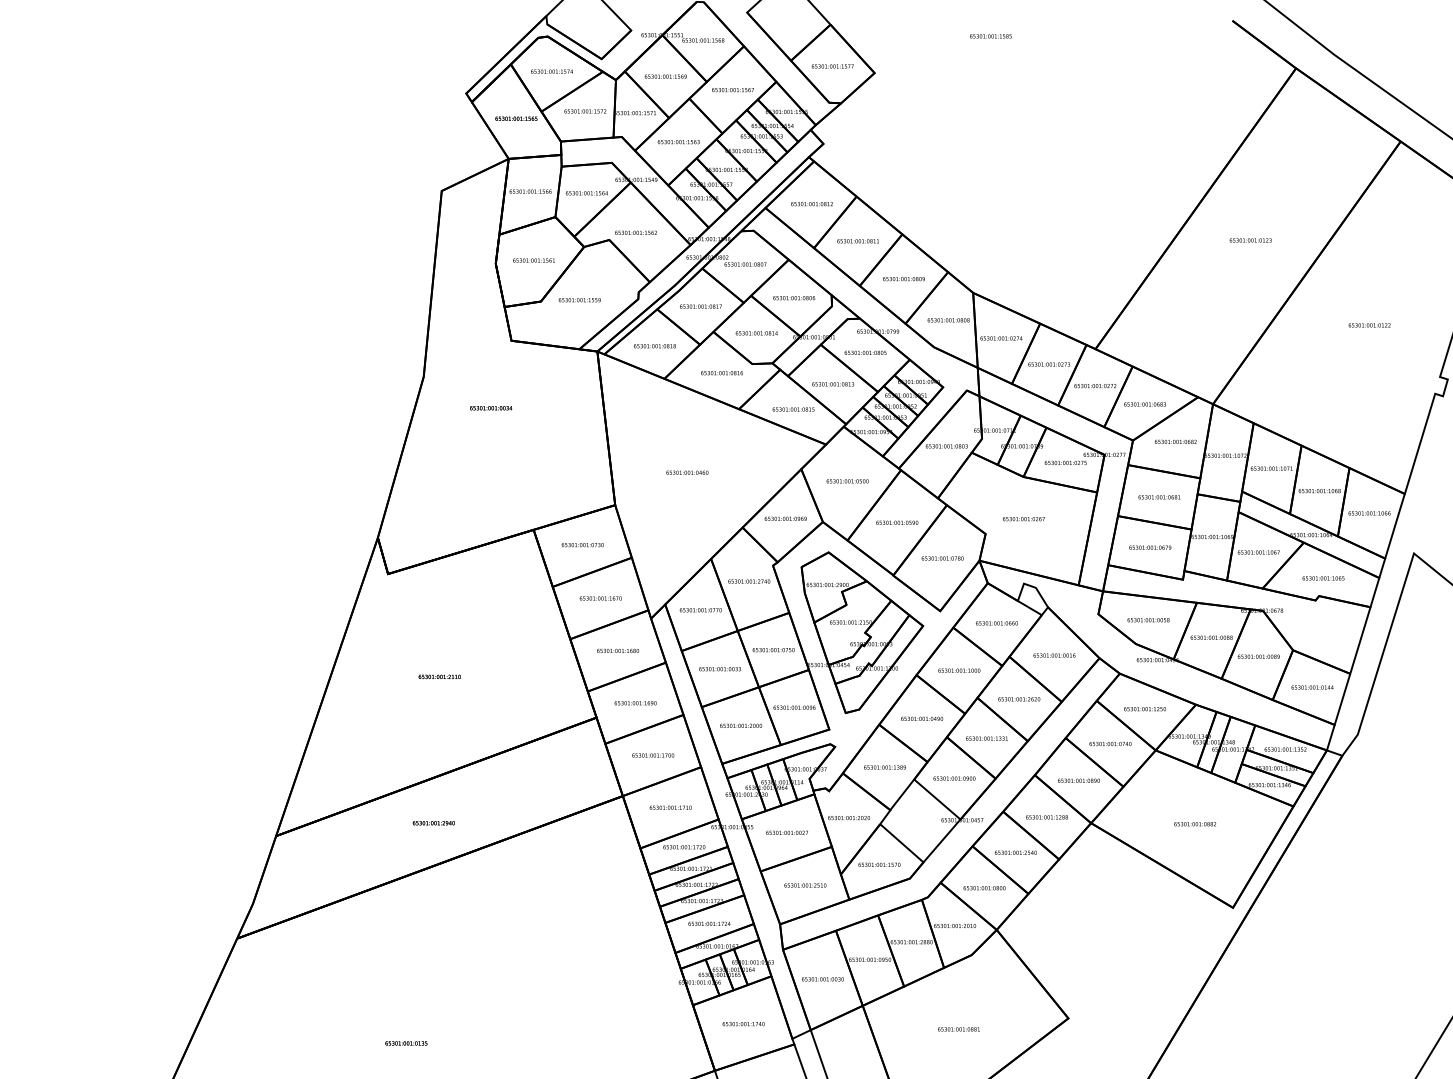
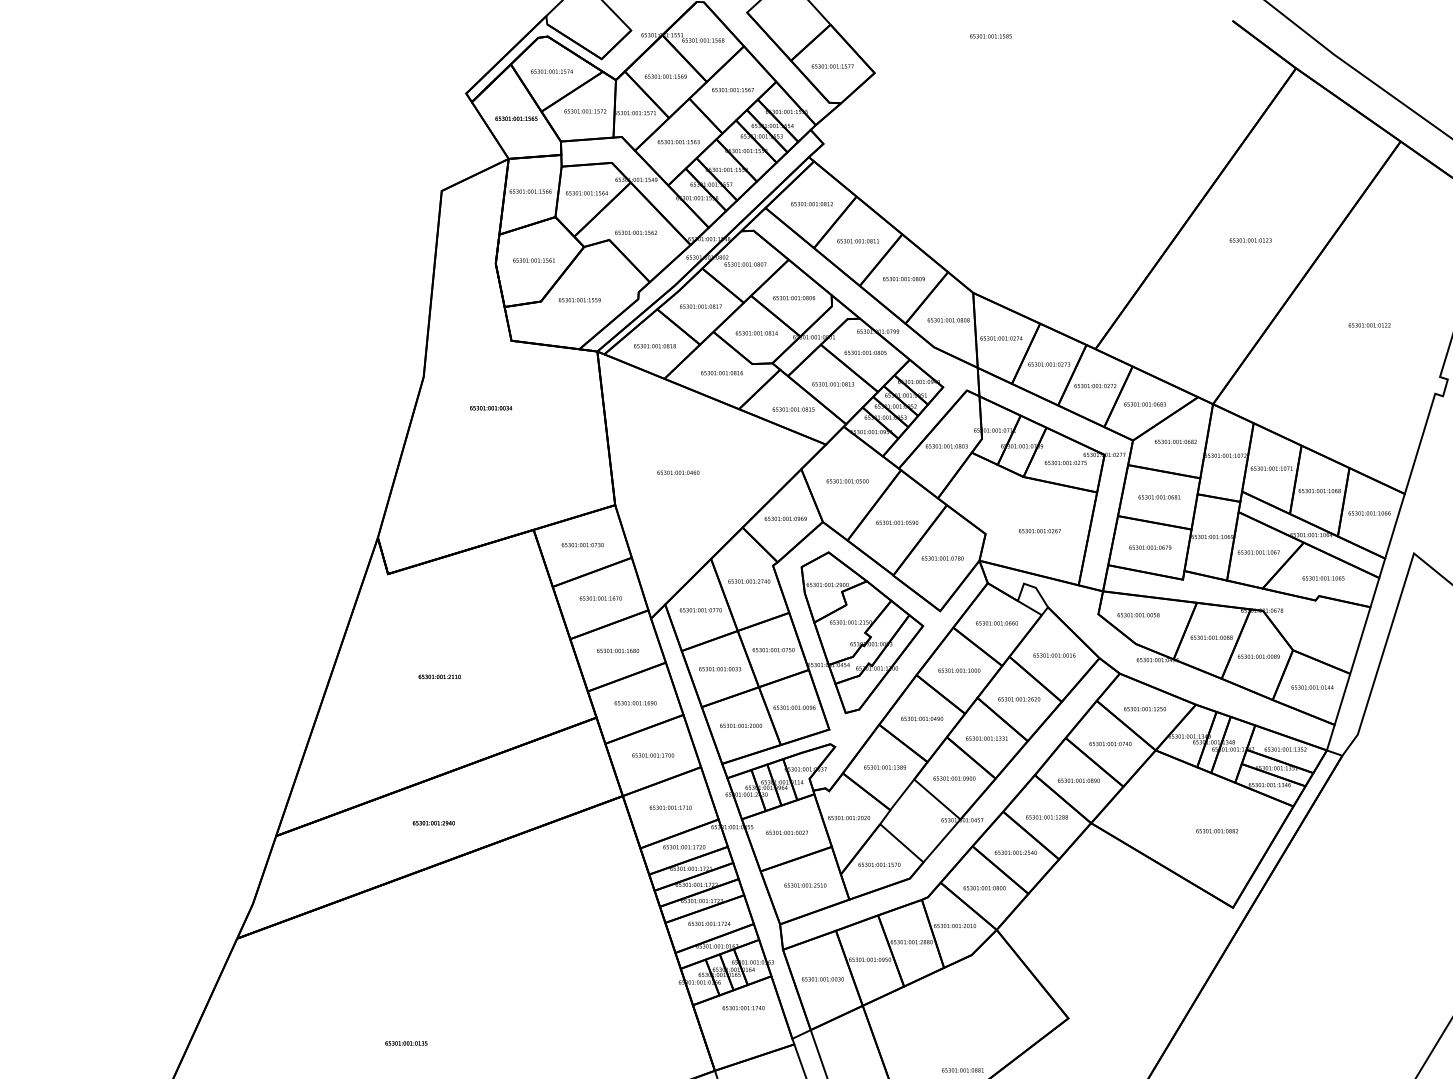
text at (687, 472) position: (687, 472) -> (678, 472)
text at (1023, 519) position: (1023, 519) -> (1039, 531)
text at (1148, 620) position: (1148, 620) -> (1138, 615)
text at (1194, 824) position: (1194, 824) -> (1216, 831)
text at (743, 1024) position: (743, 1024) -> (743, 1008)
text at (958, 1029) position: (958, 1029) -> (962, 1070)
